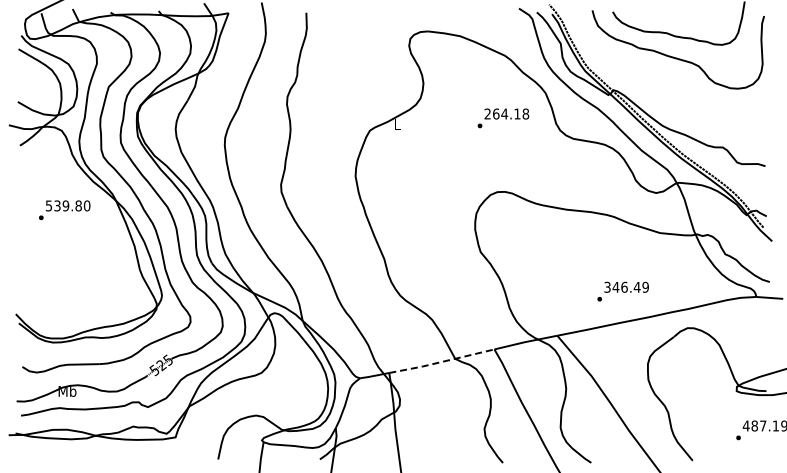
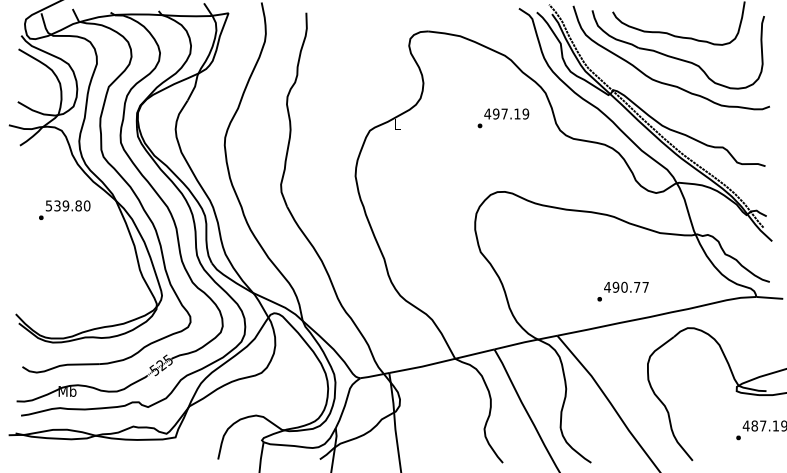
curve at (661, 81): none -> present
text at (506, 113): 264.18 -> 497.19
text at (626, 286): 346.49 -> 490.77
line at (441, 362): dashed -> solid
